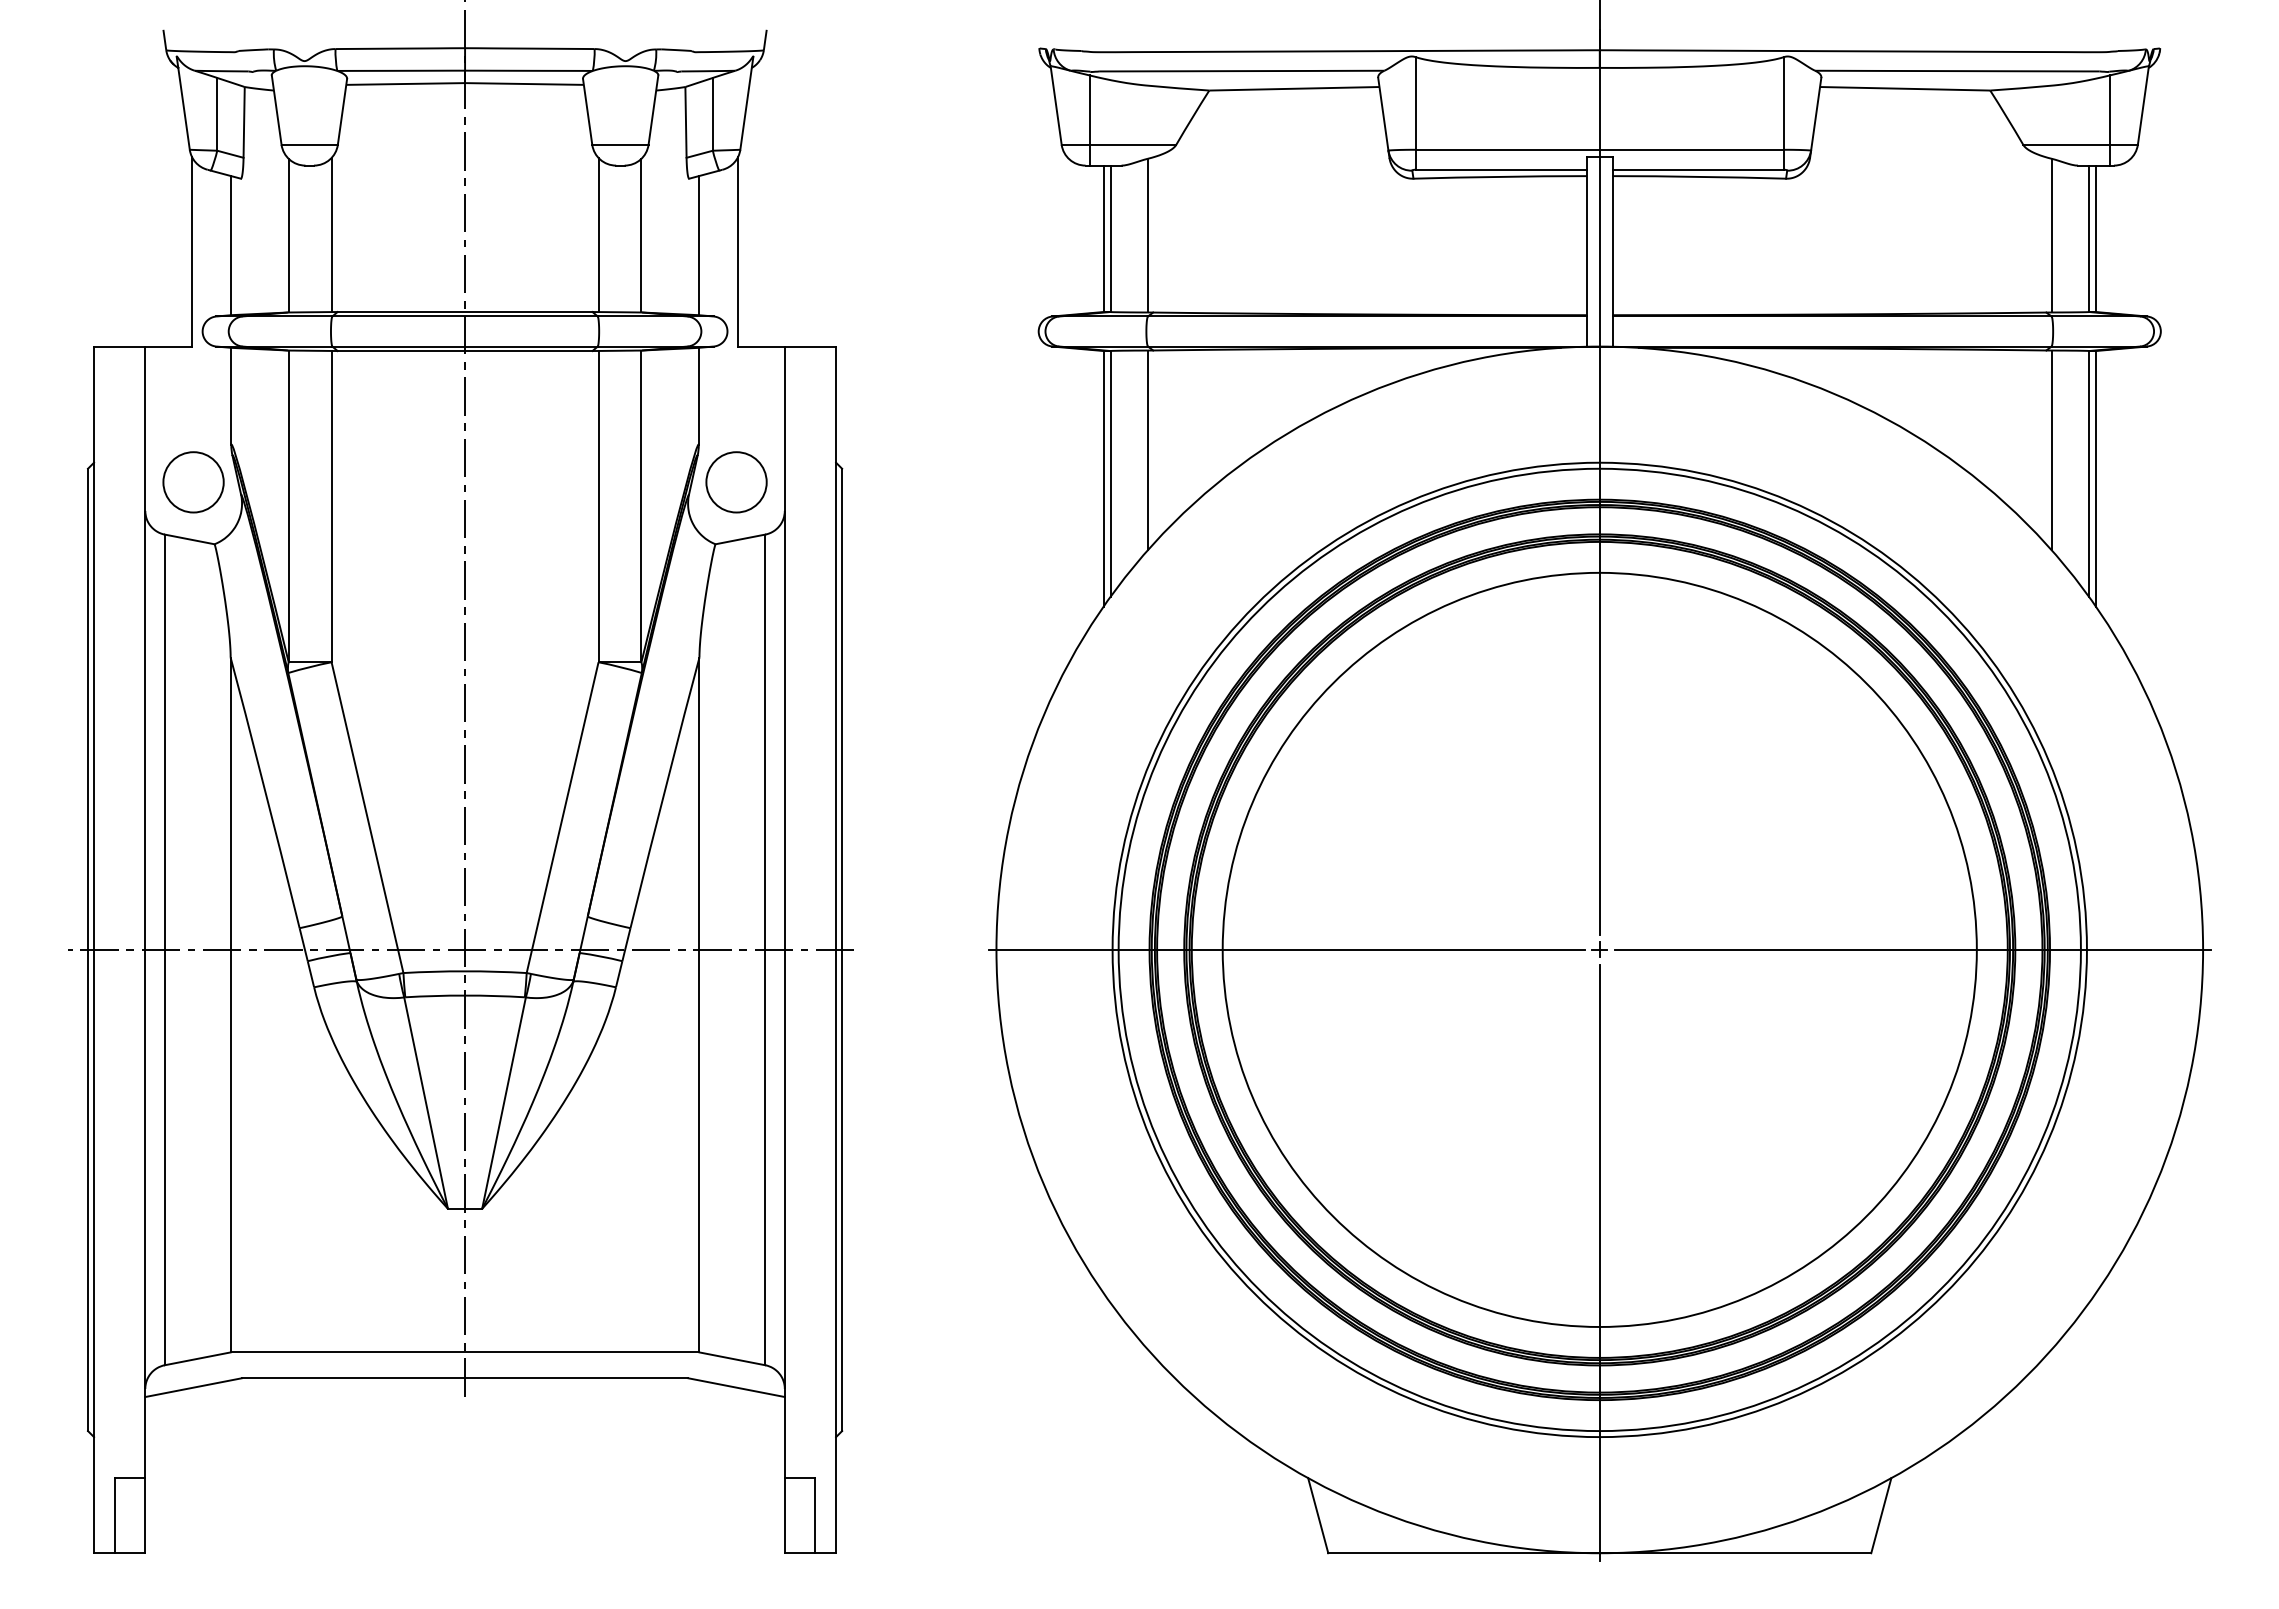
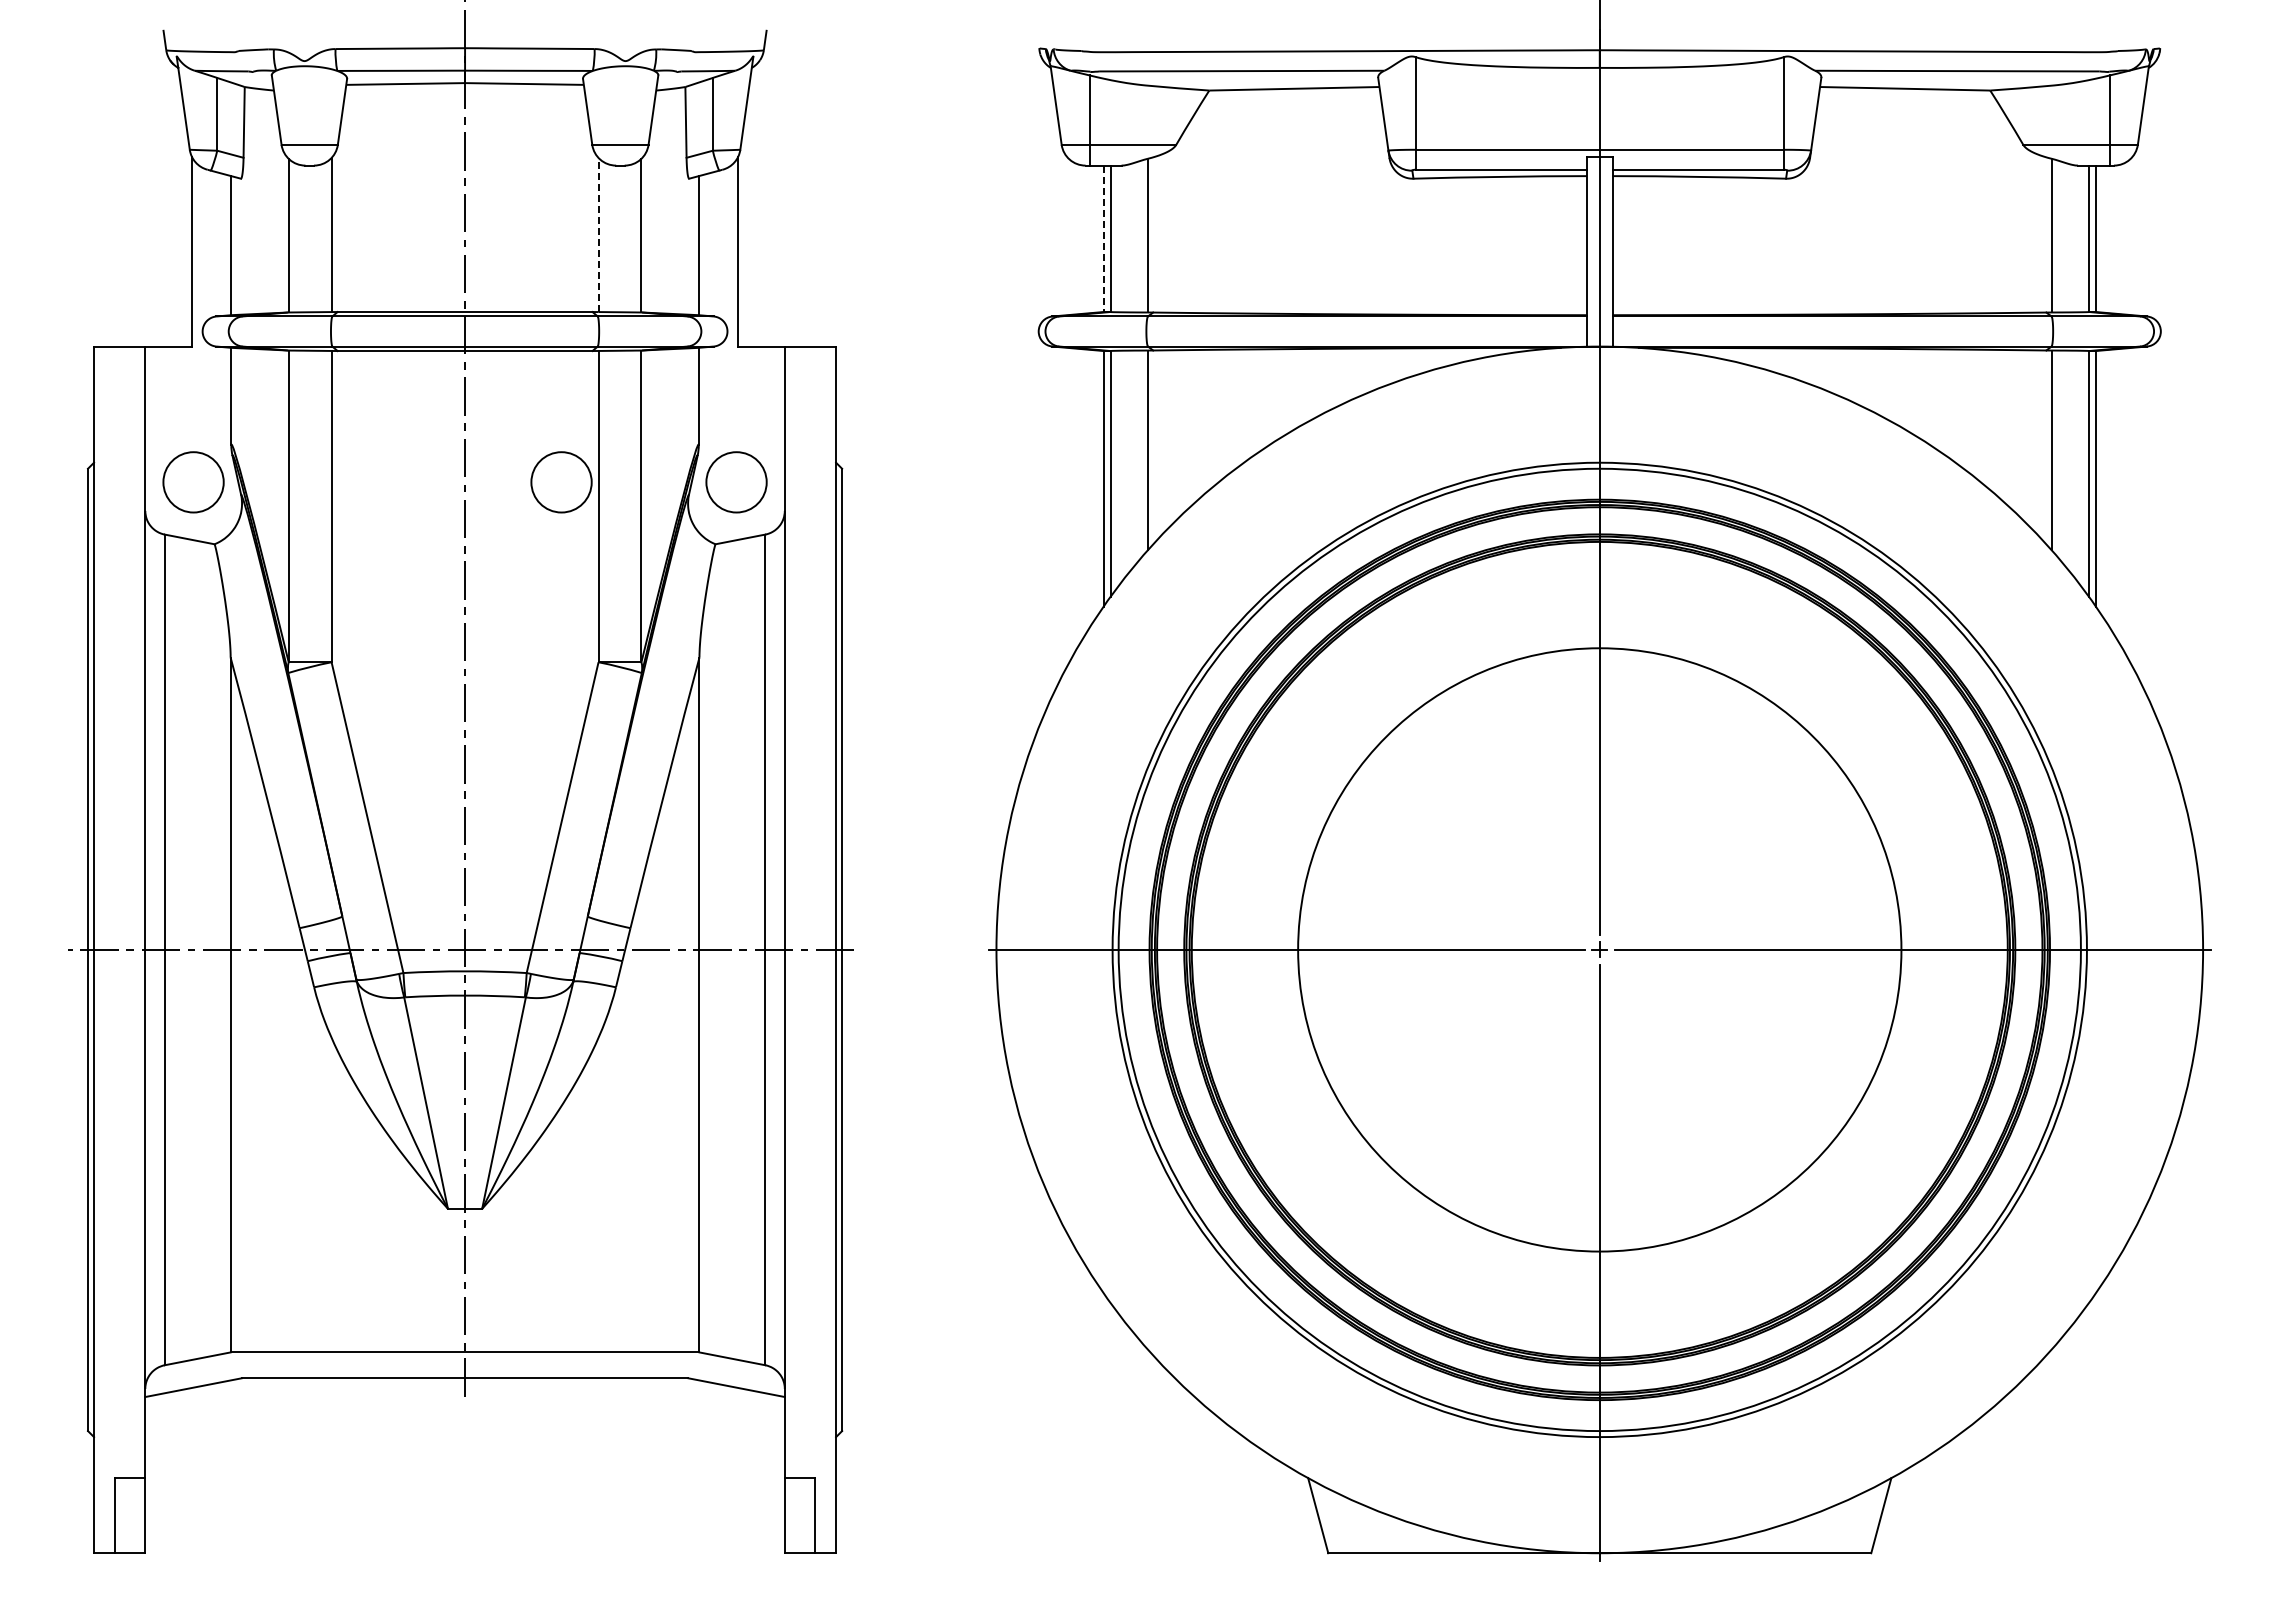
line at (598, 234): solid -> dashed
line at (1103, 239): solid -> dashed
circle at (561, 482): none -> present
circle at (1599, 949) diameter: 754 px -> 603 px
